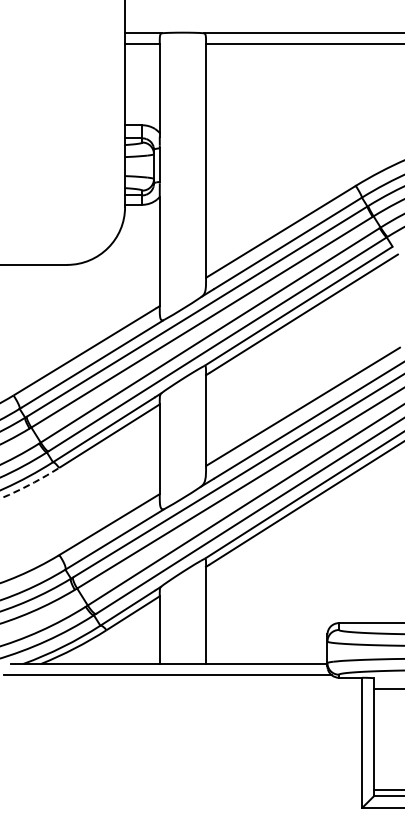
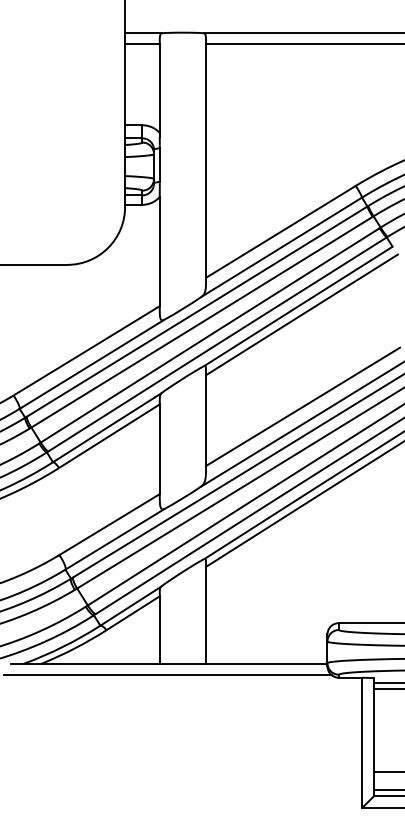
arc at (30, 484): dashed -> solid
line at (387, 682): none -> present
line at (387, 771): none -> present
